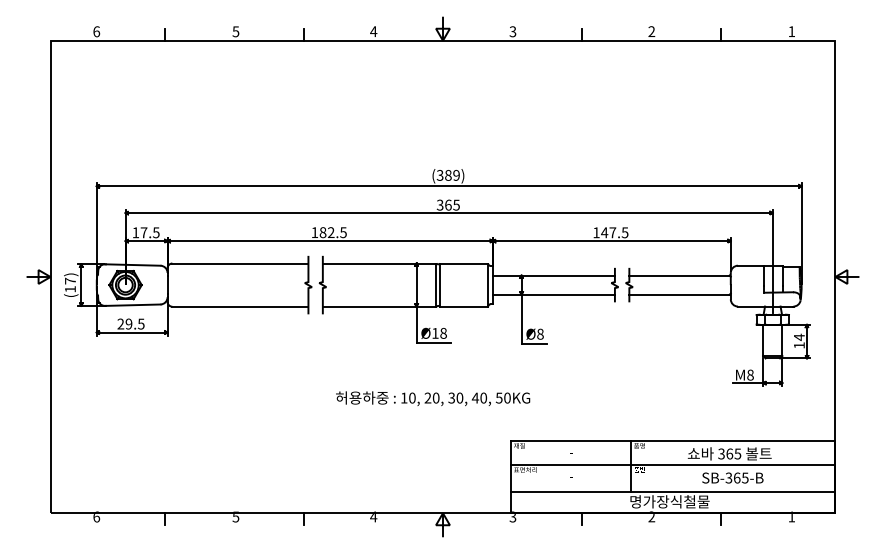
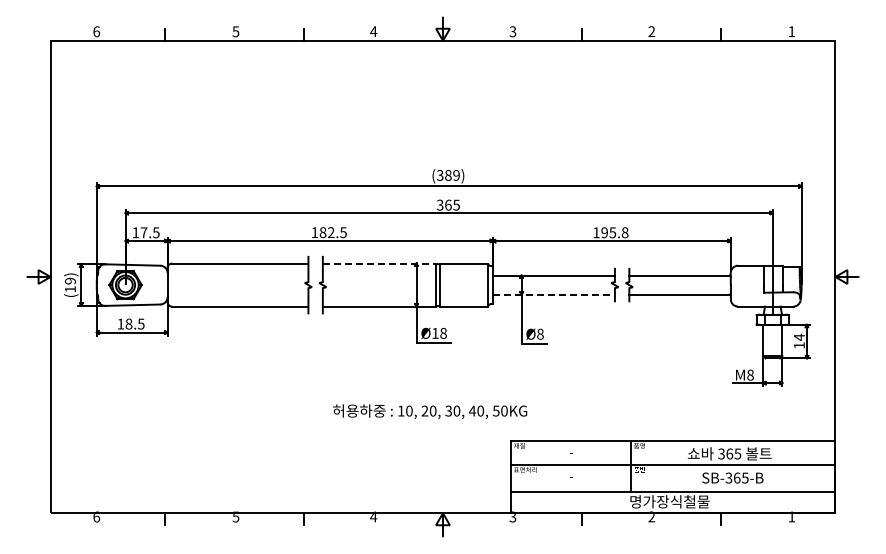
text at (614, 232): 147.5 -> 195.8
line at (379, 263): solid -> dashed
text at (69, 280): (17) -> (19)
line at (554, 294): solid -> dashed
text at (124, 323): 29.5 -> 18.5
text at (433, 398) position: (433, 398) -> (430, 411)
